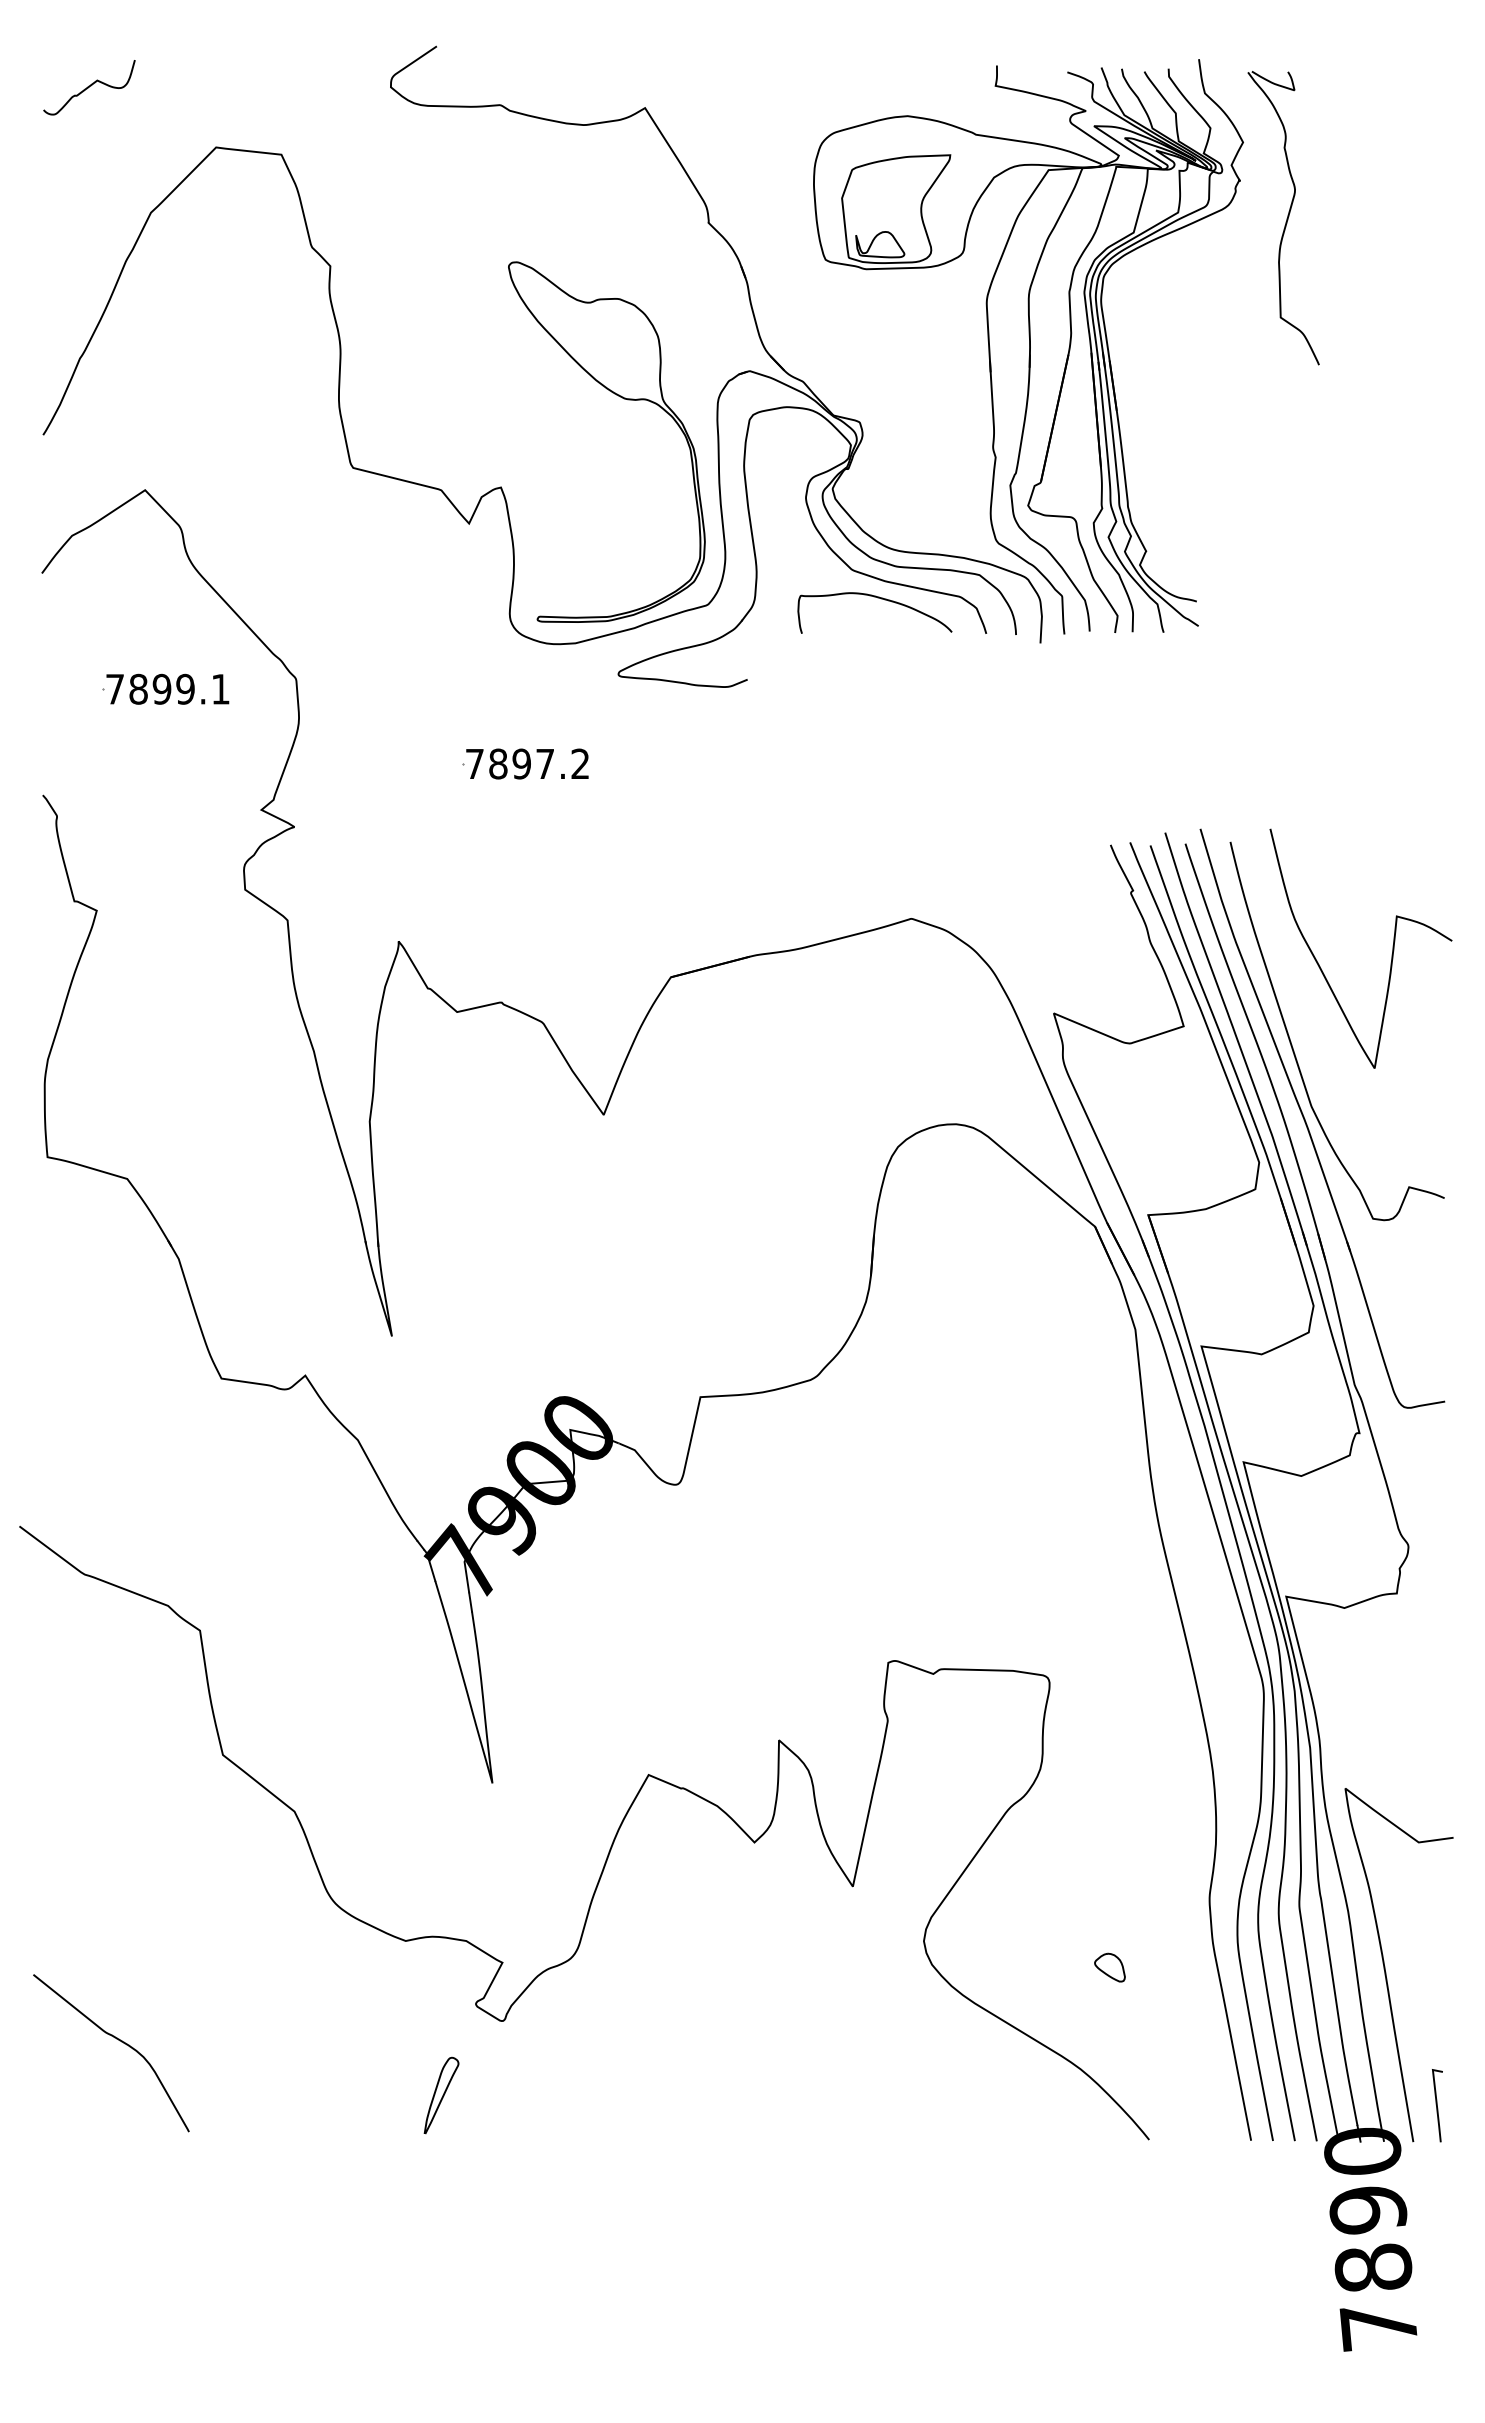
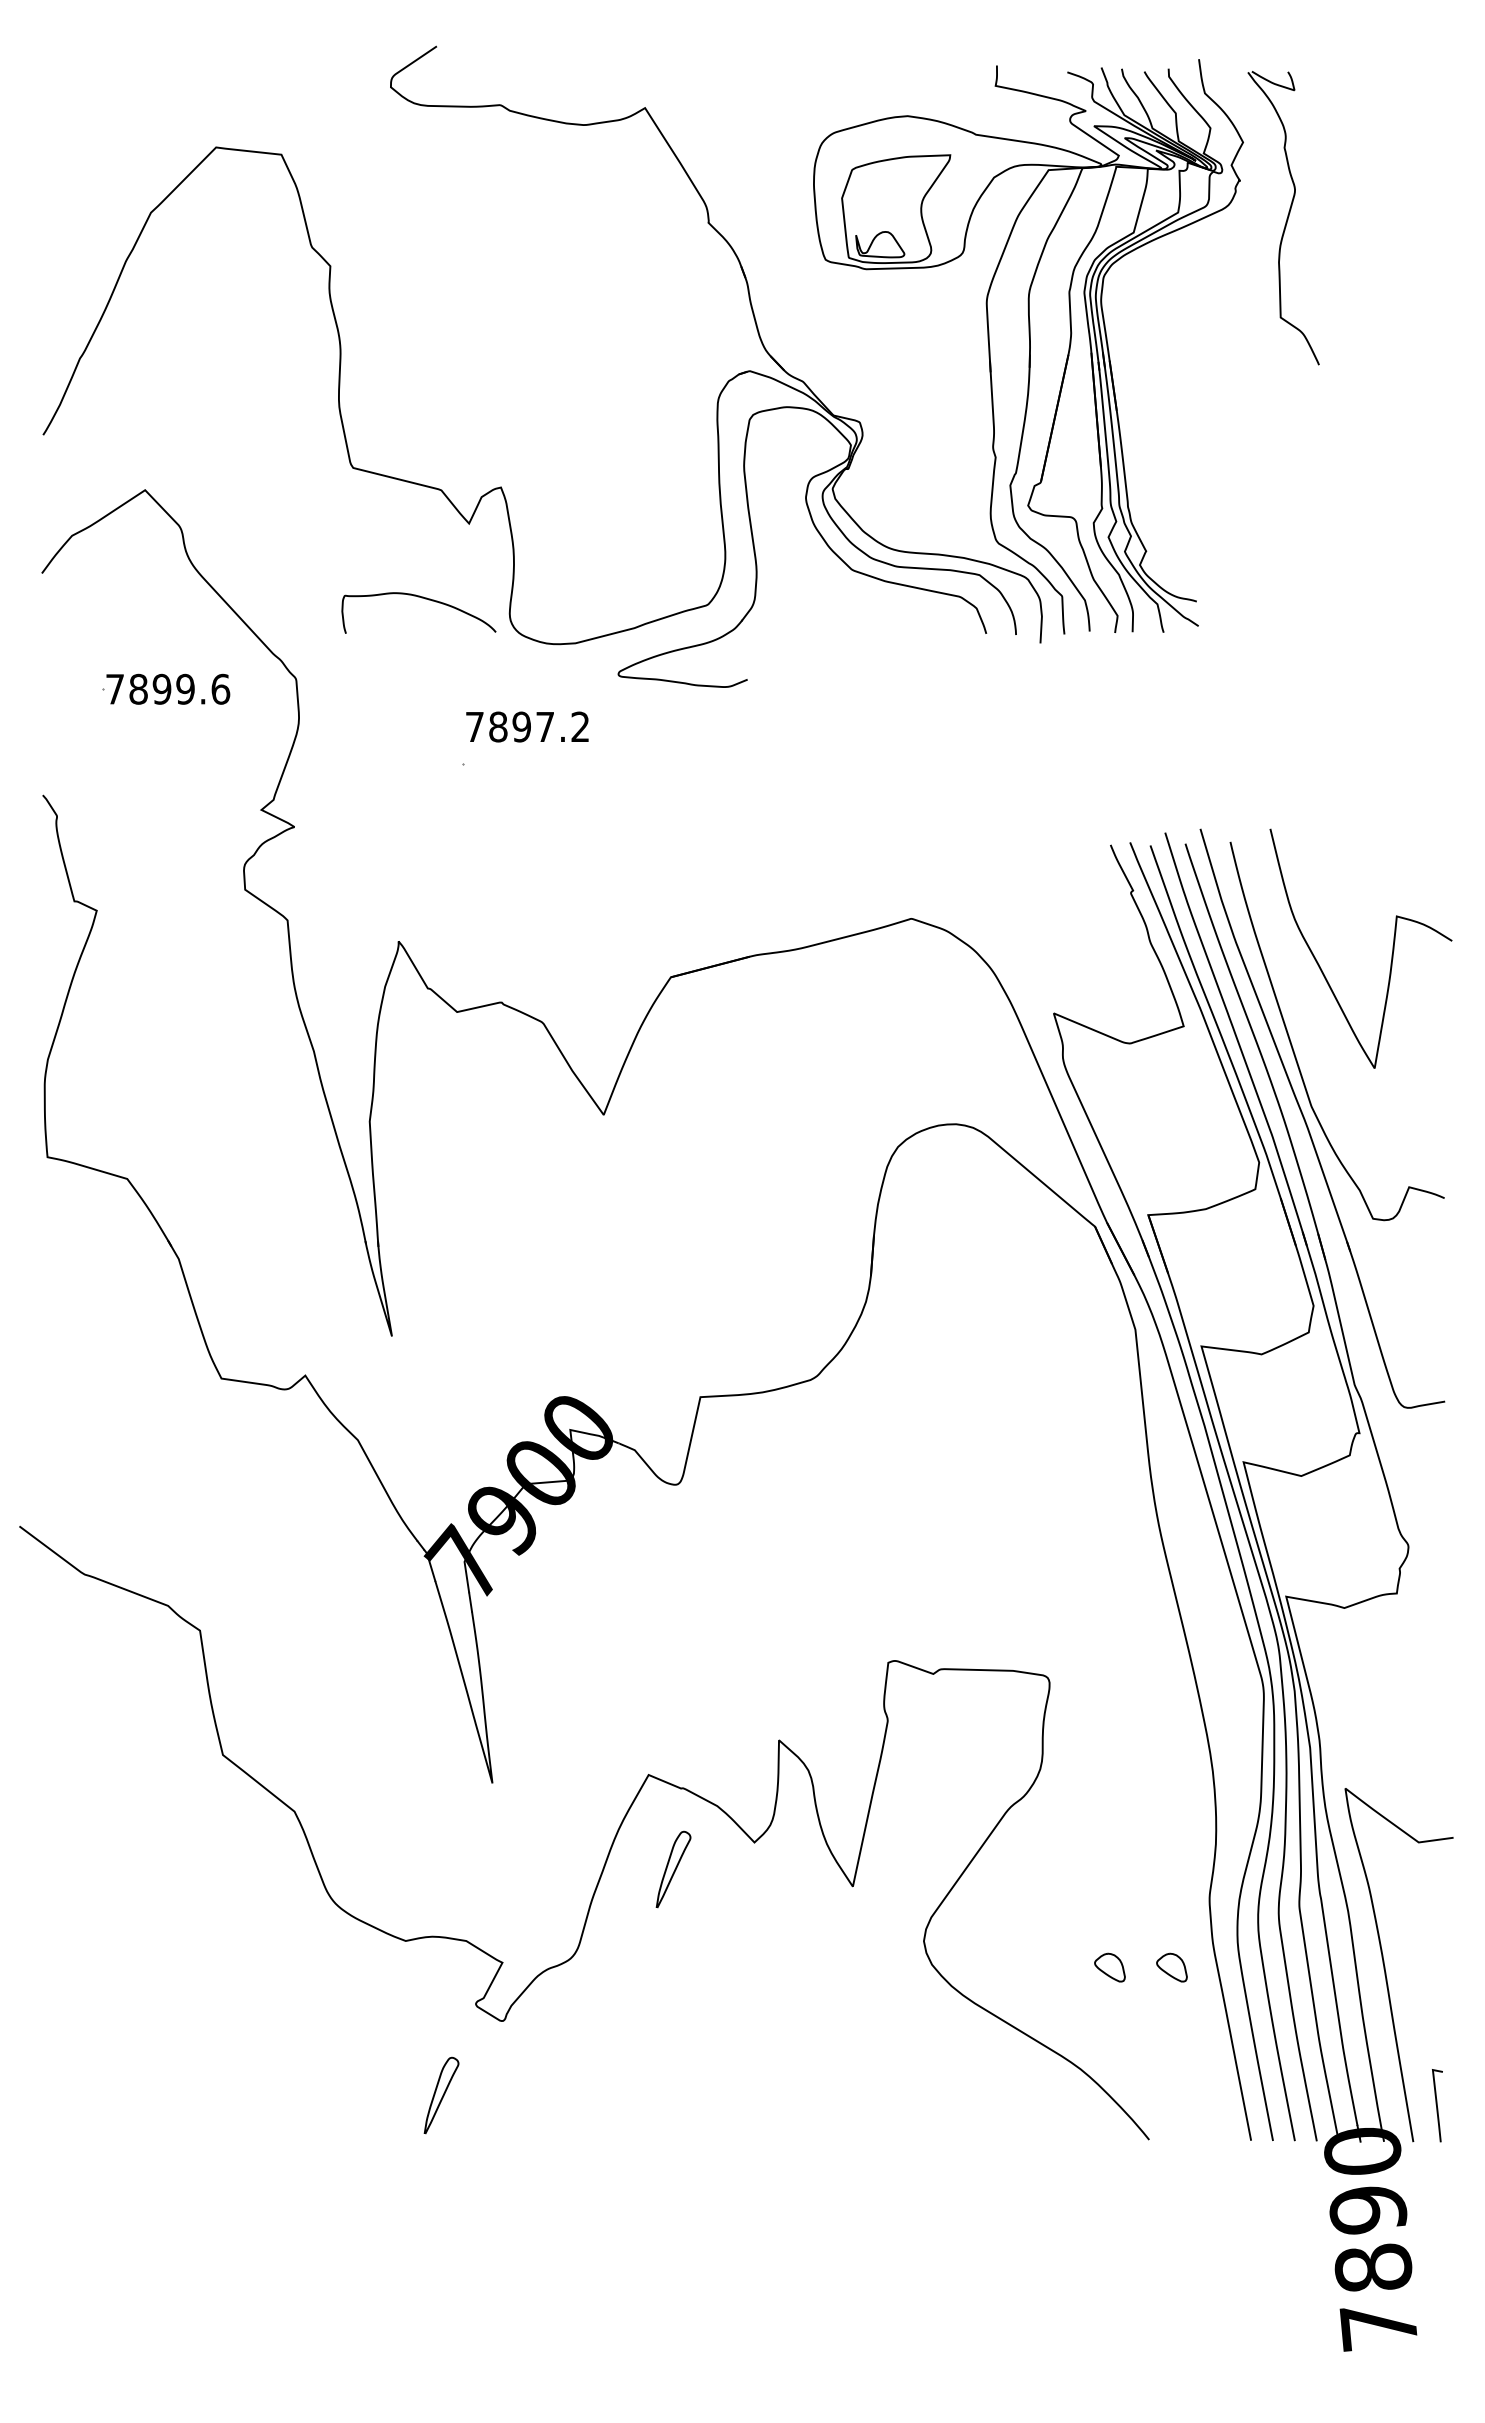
curve at (89, 87): present -> none
part at (624, 399): present -> none
curve at (877, 598) position: (877, 598) -> (421, 598)
text at (220, 688): 7899.1 -> 7899.6
text at (527, 763) position: (527, 763) -> (527, 726)
curve at (674, 1869): none -> present
part at (1171, 1967): none -> present
curve at (118, 2040): present -> none
